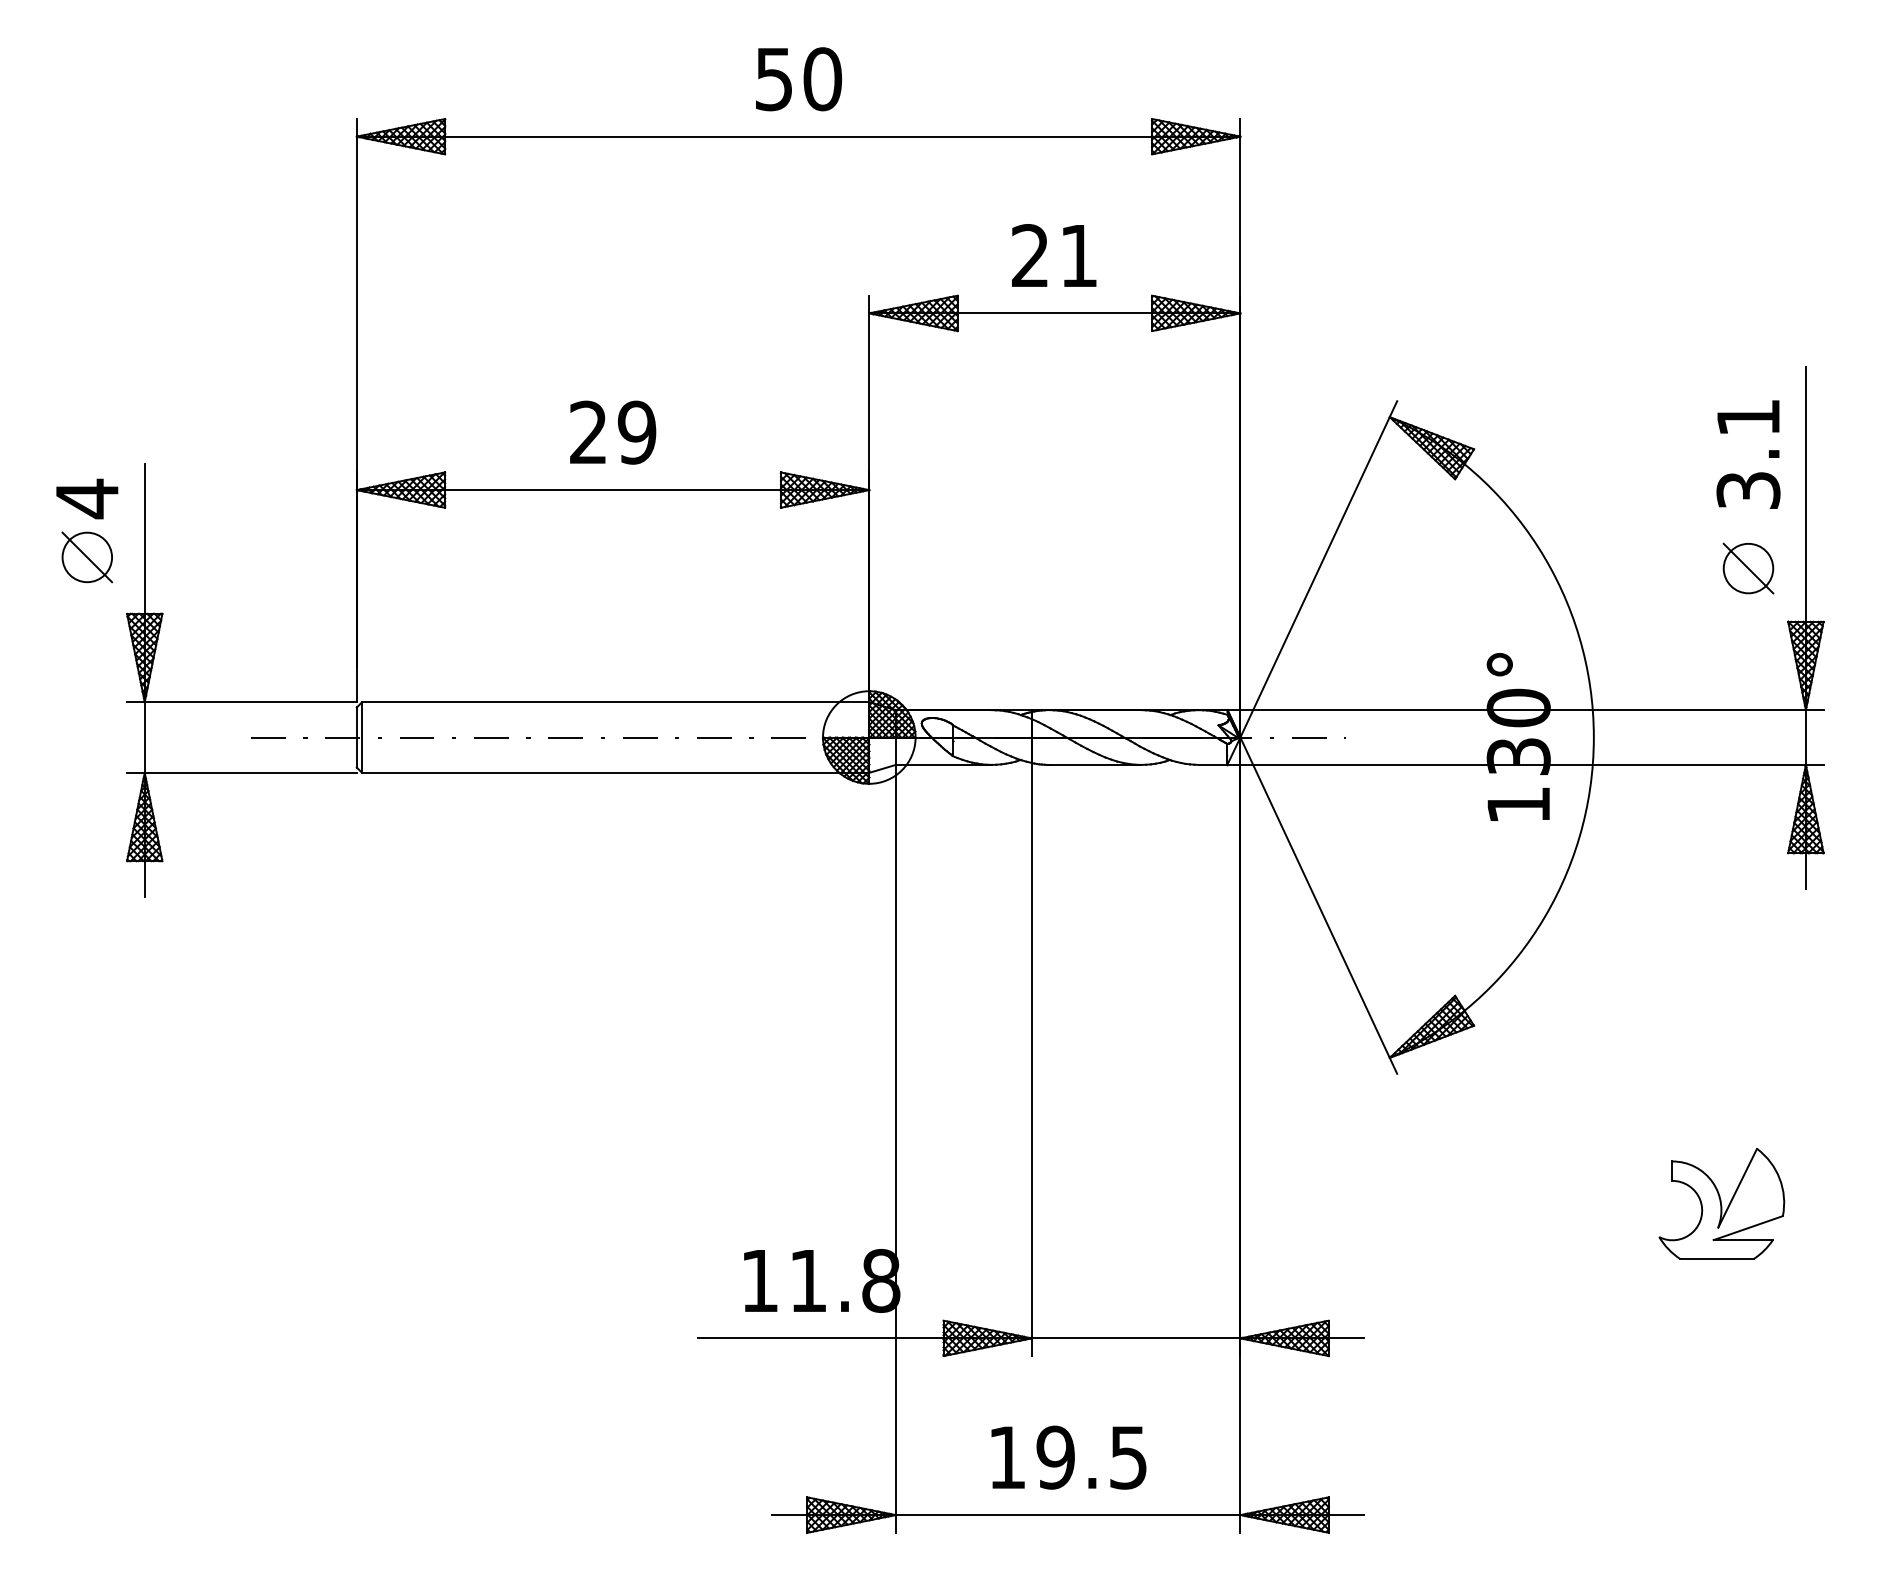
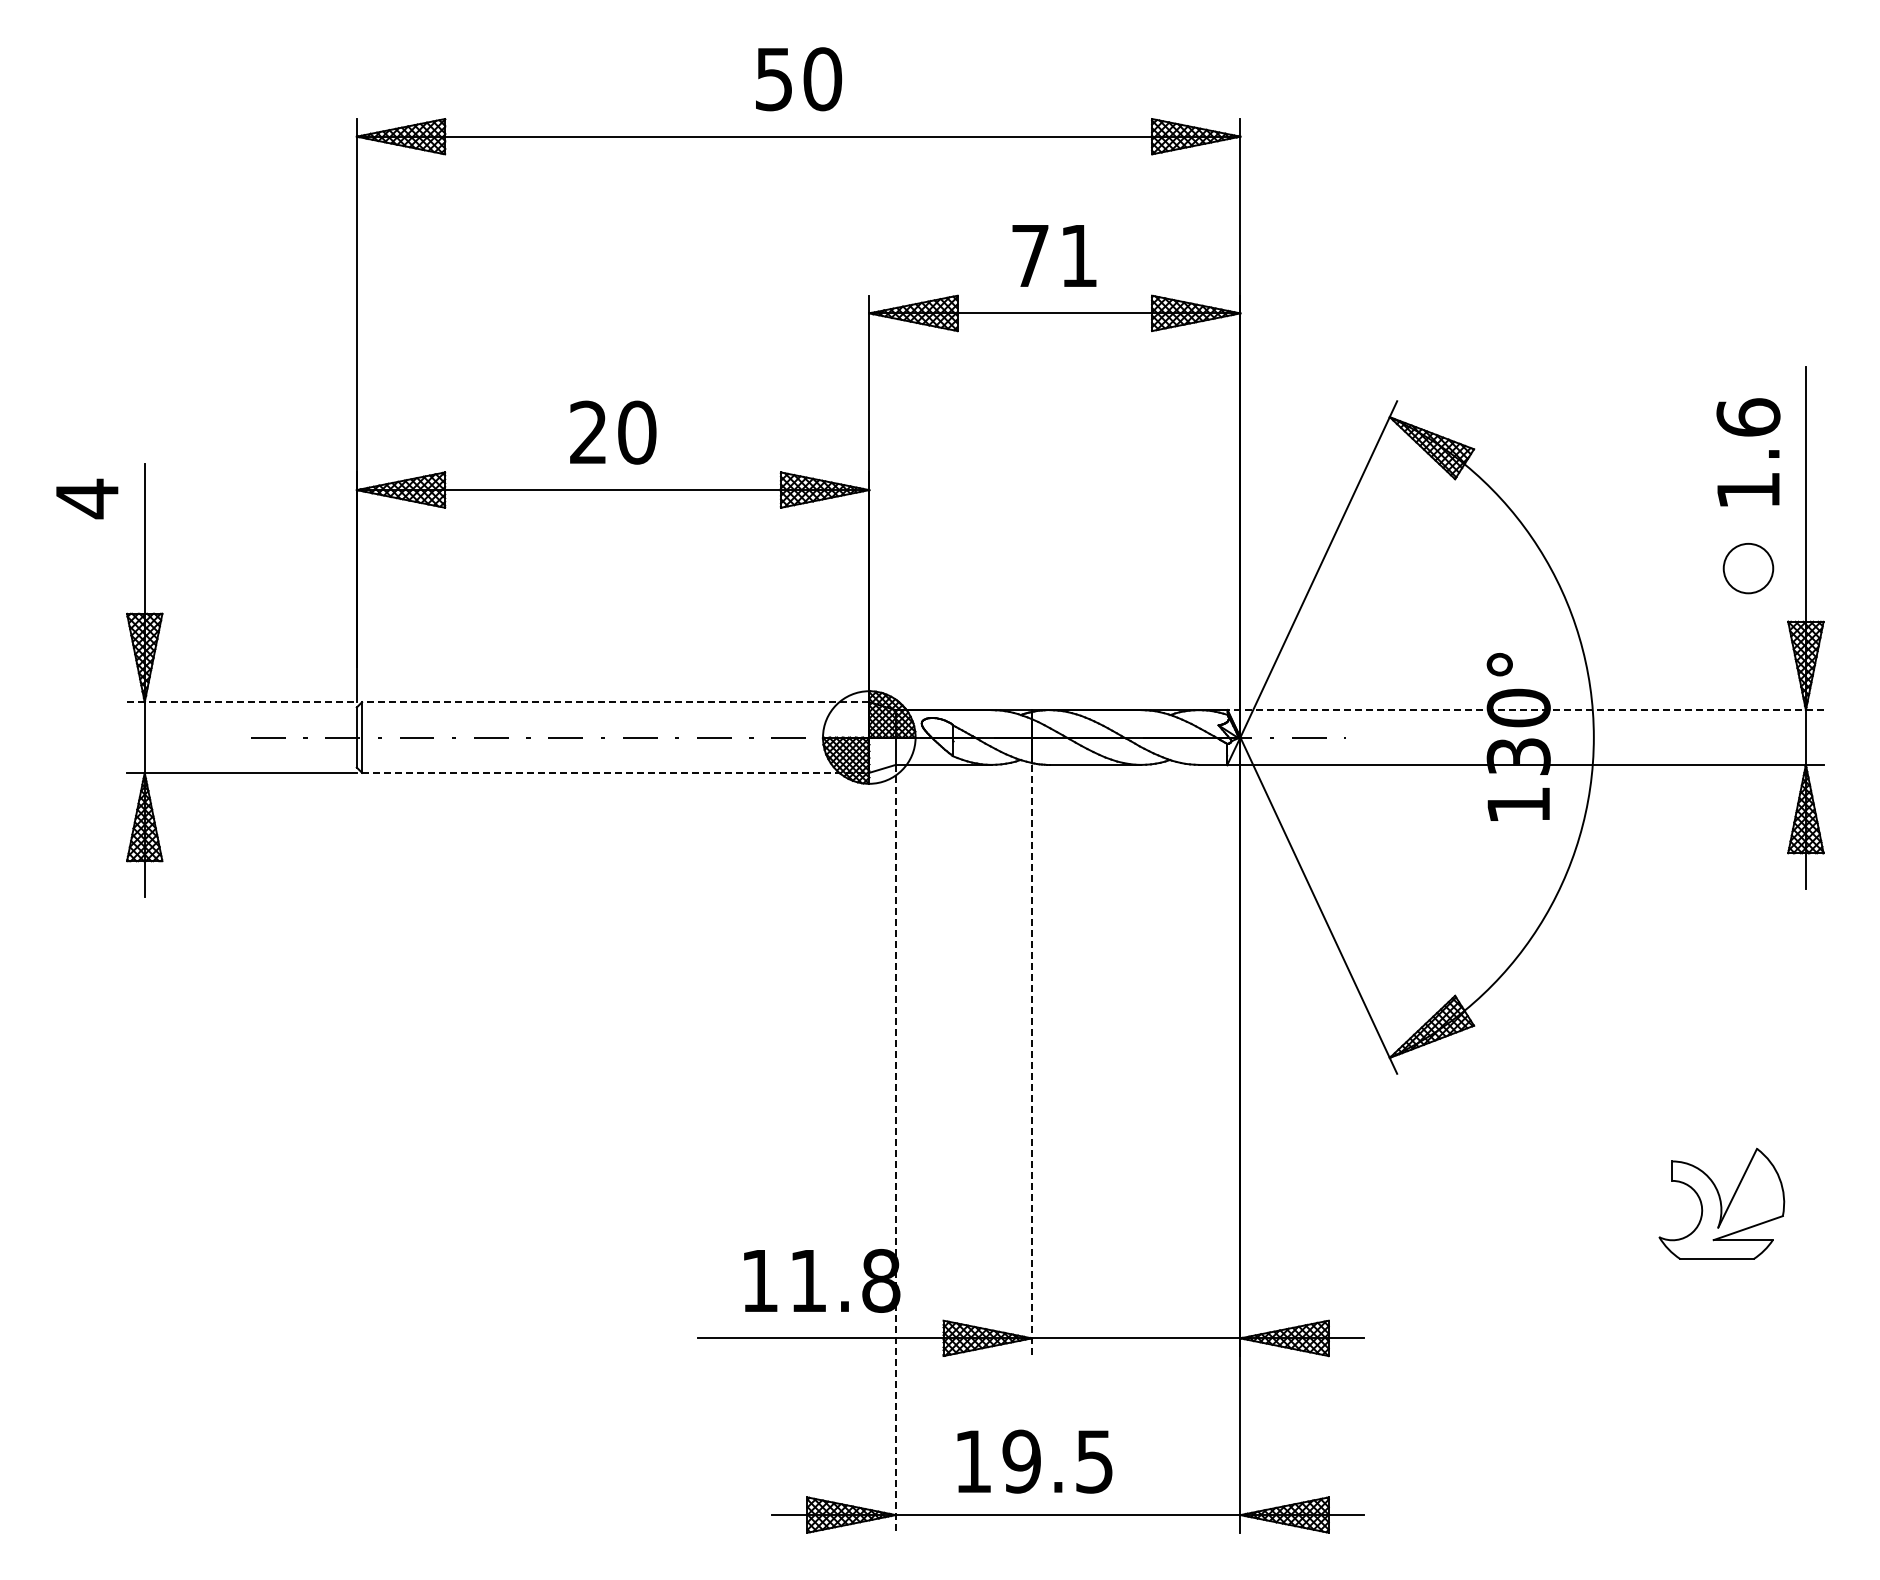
text at (1030, 255): 21 -> 71
text at (636, 432): 29 -> 20
text at (1748, 453): 3.1 -> 1.6
part at (87, 557): present -> none
line at (1748, 568): present -> none
line at (241, 702): solid -> dashed
line at (615, 702): solid -> dashed
line at (1525, 710): solid -> dashed
line at (615, 772): solid -> dashed
line at (1031, 1060): solid -> dashed
line at (895, 1148): solid -> dashed
text at (1068, 1457) position: (1068, 1457) -> (1034, 1461)
